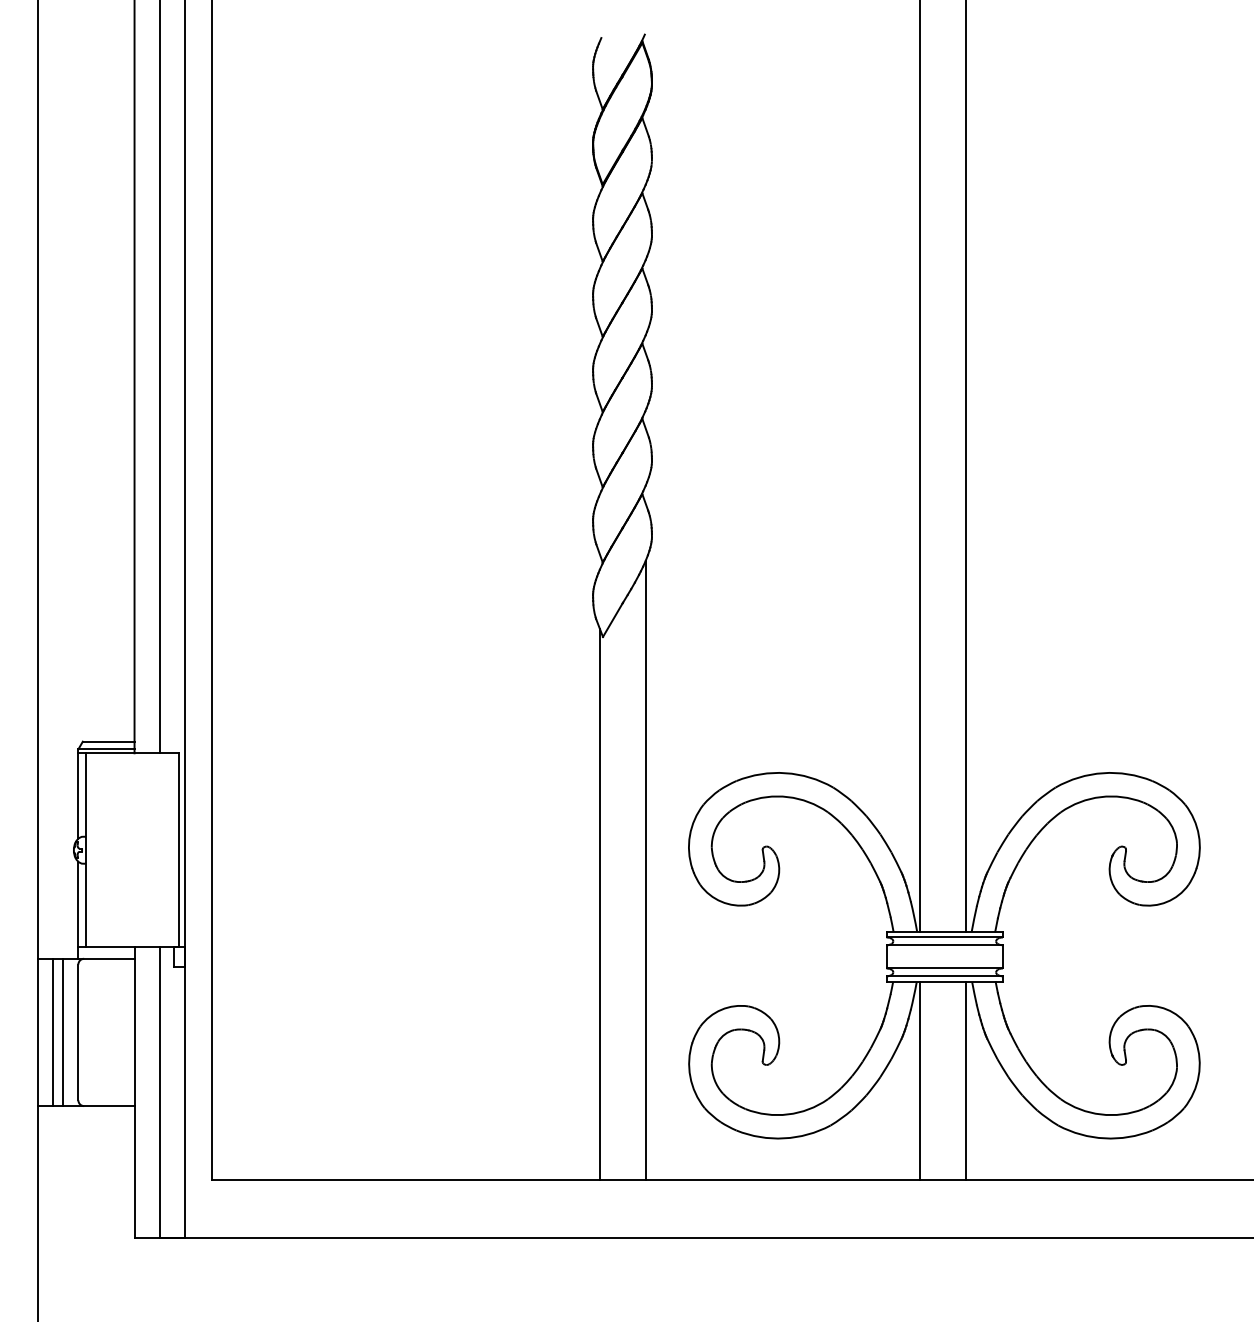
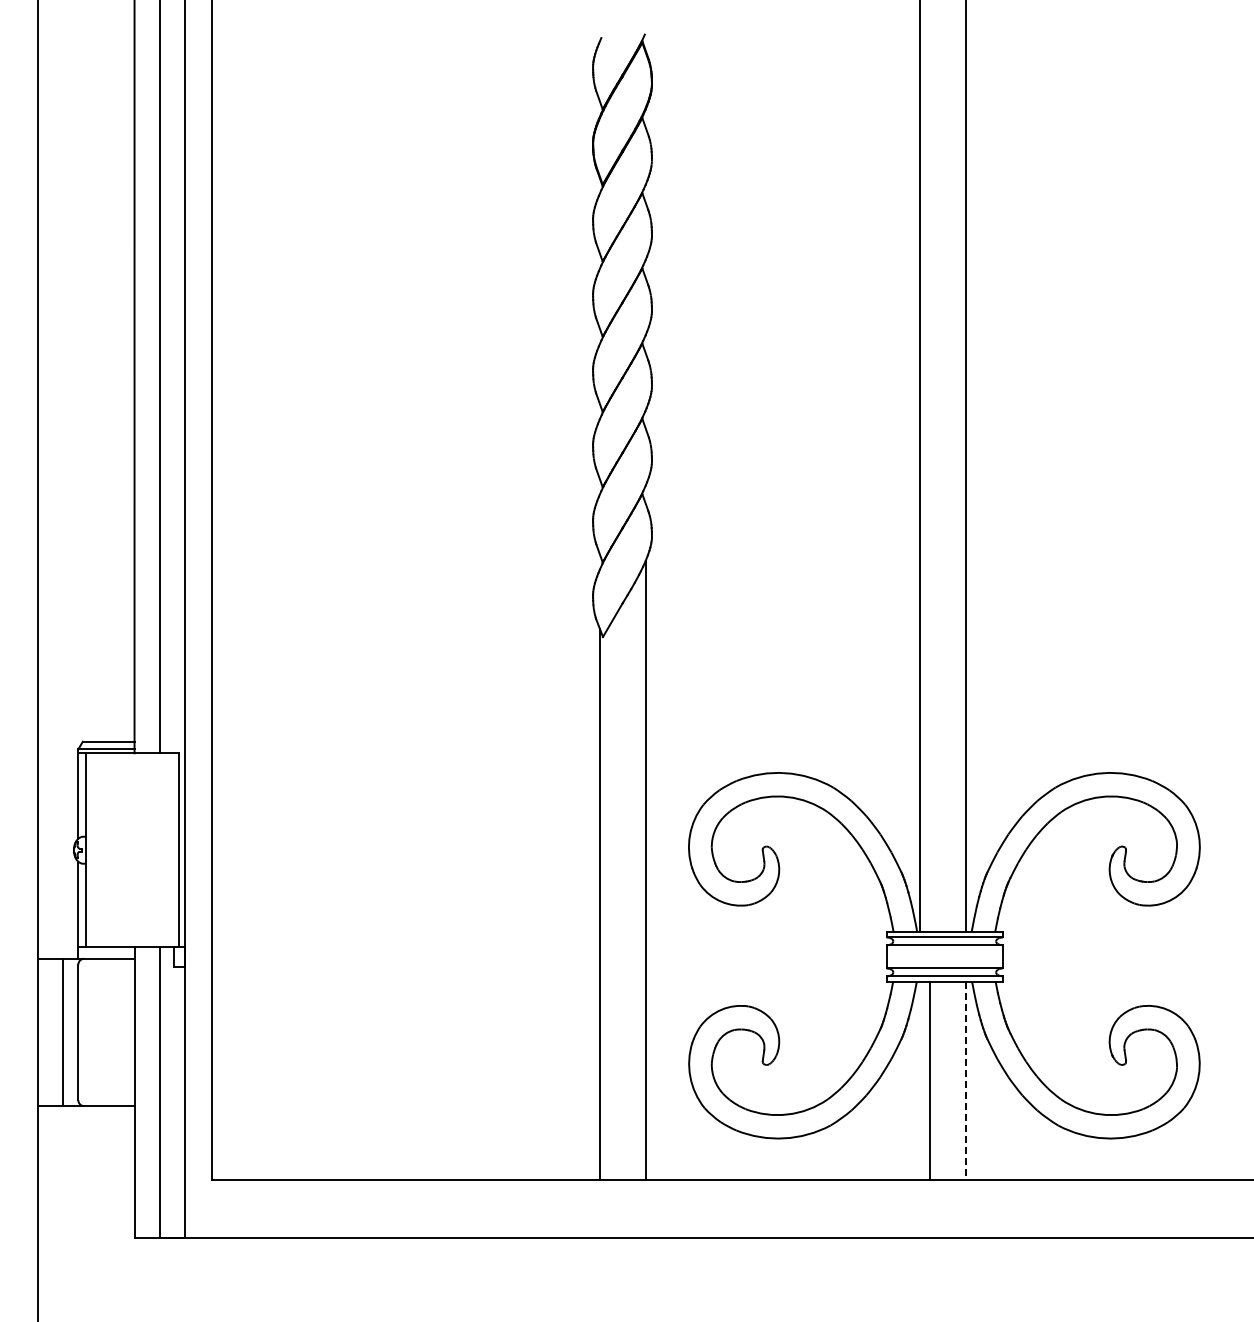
line at (53, 1032): present -> none
line at (919, 1080) position: (919, 1080) -> (929, 1080)
line at (966, 1080): solid -> dashed
